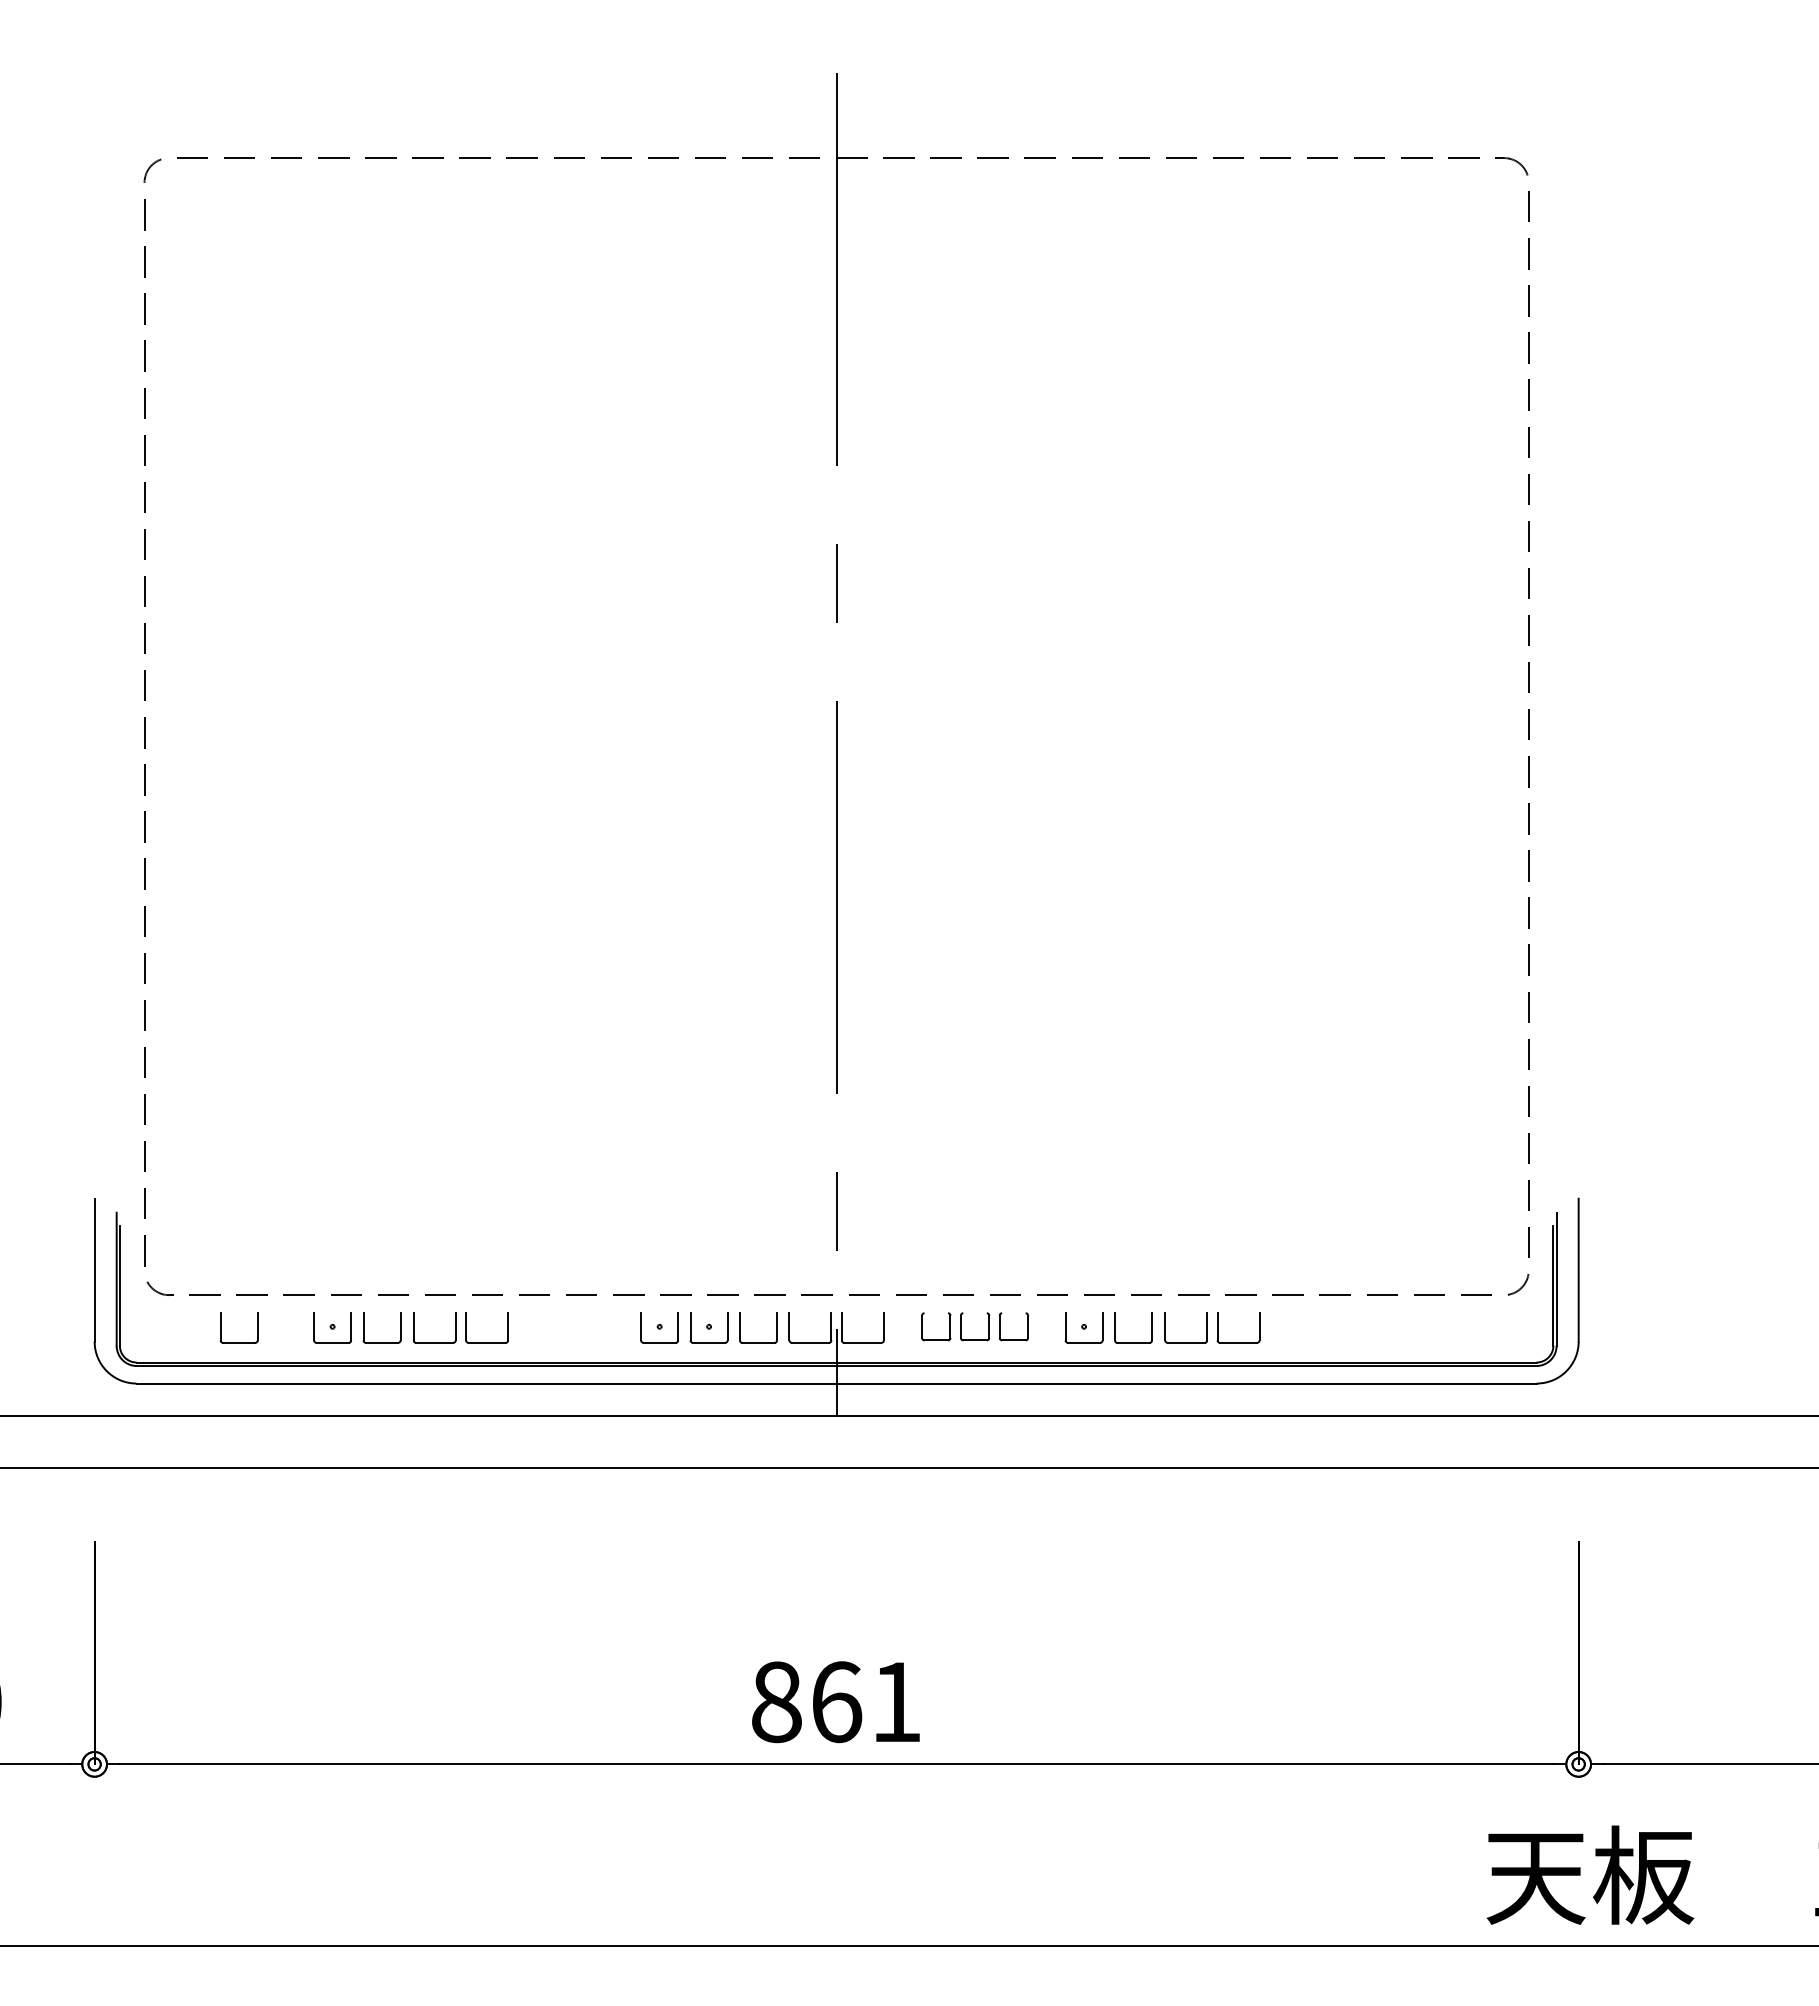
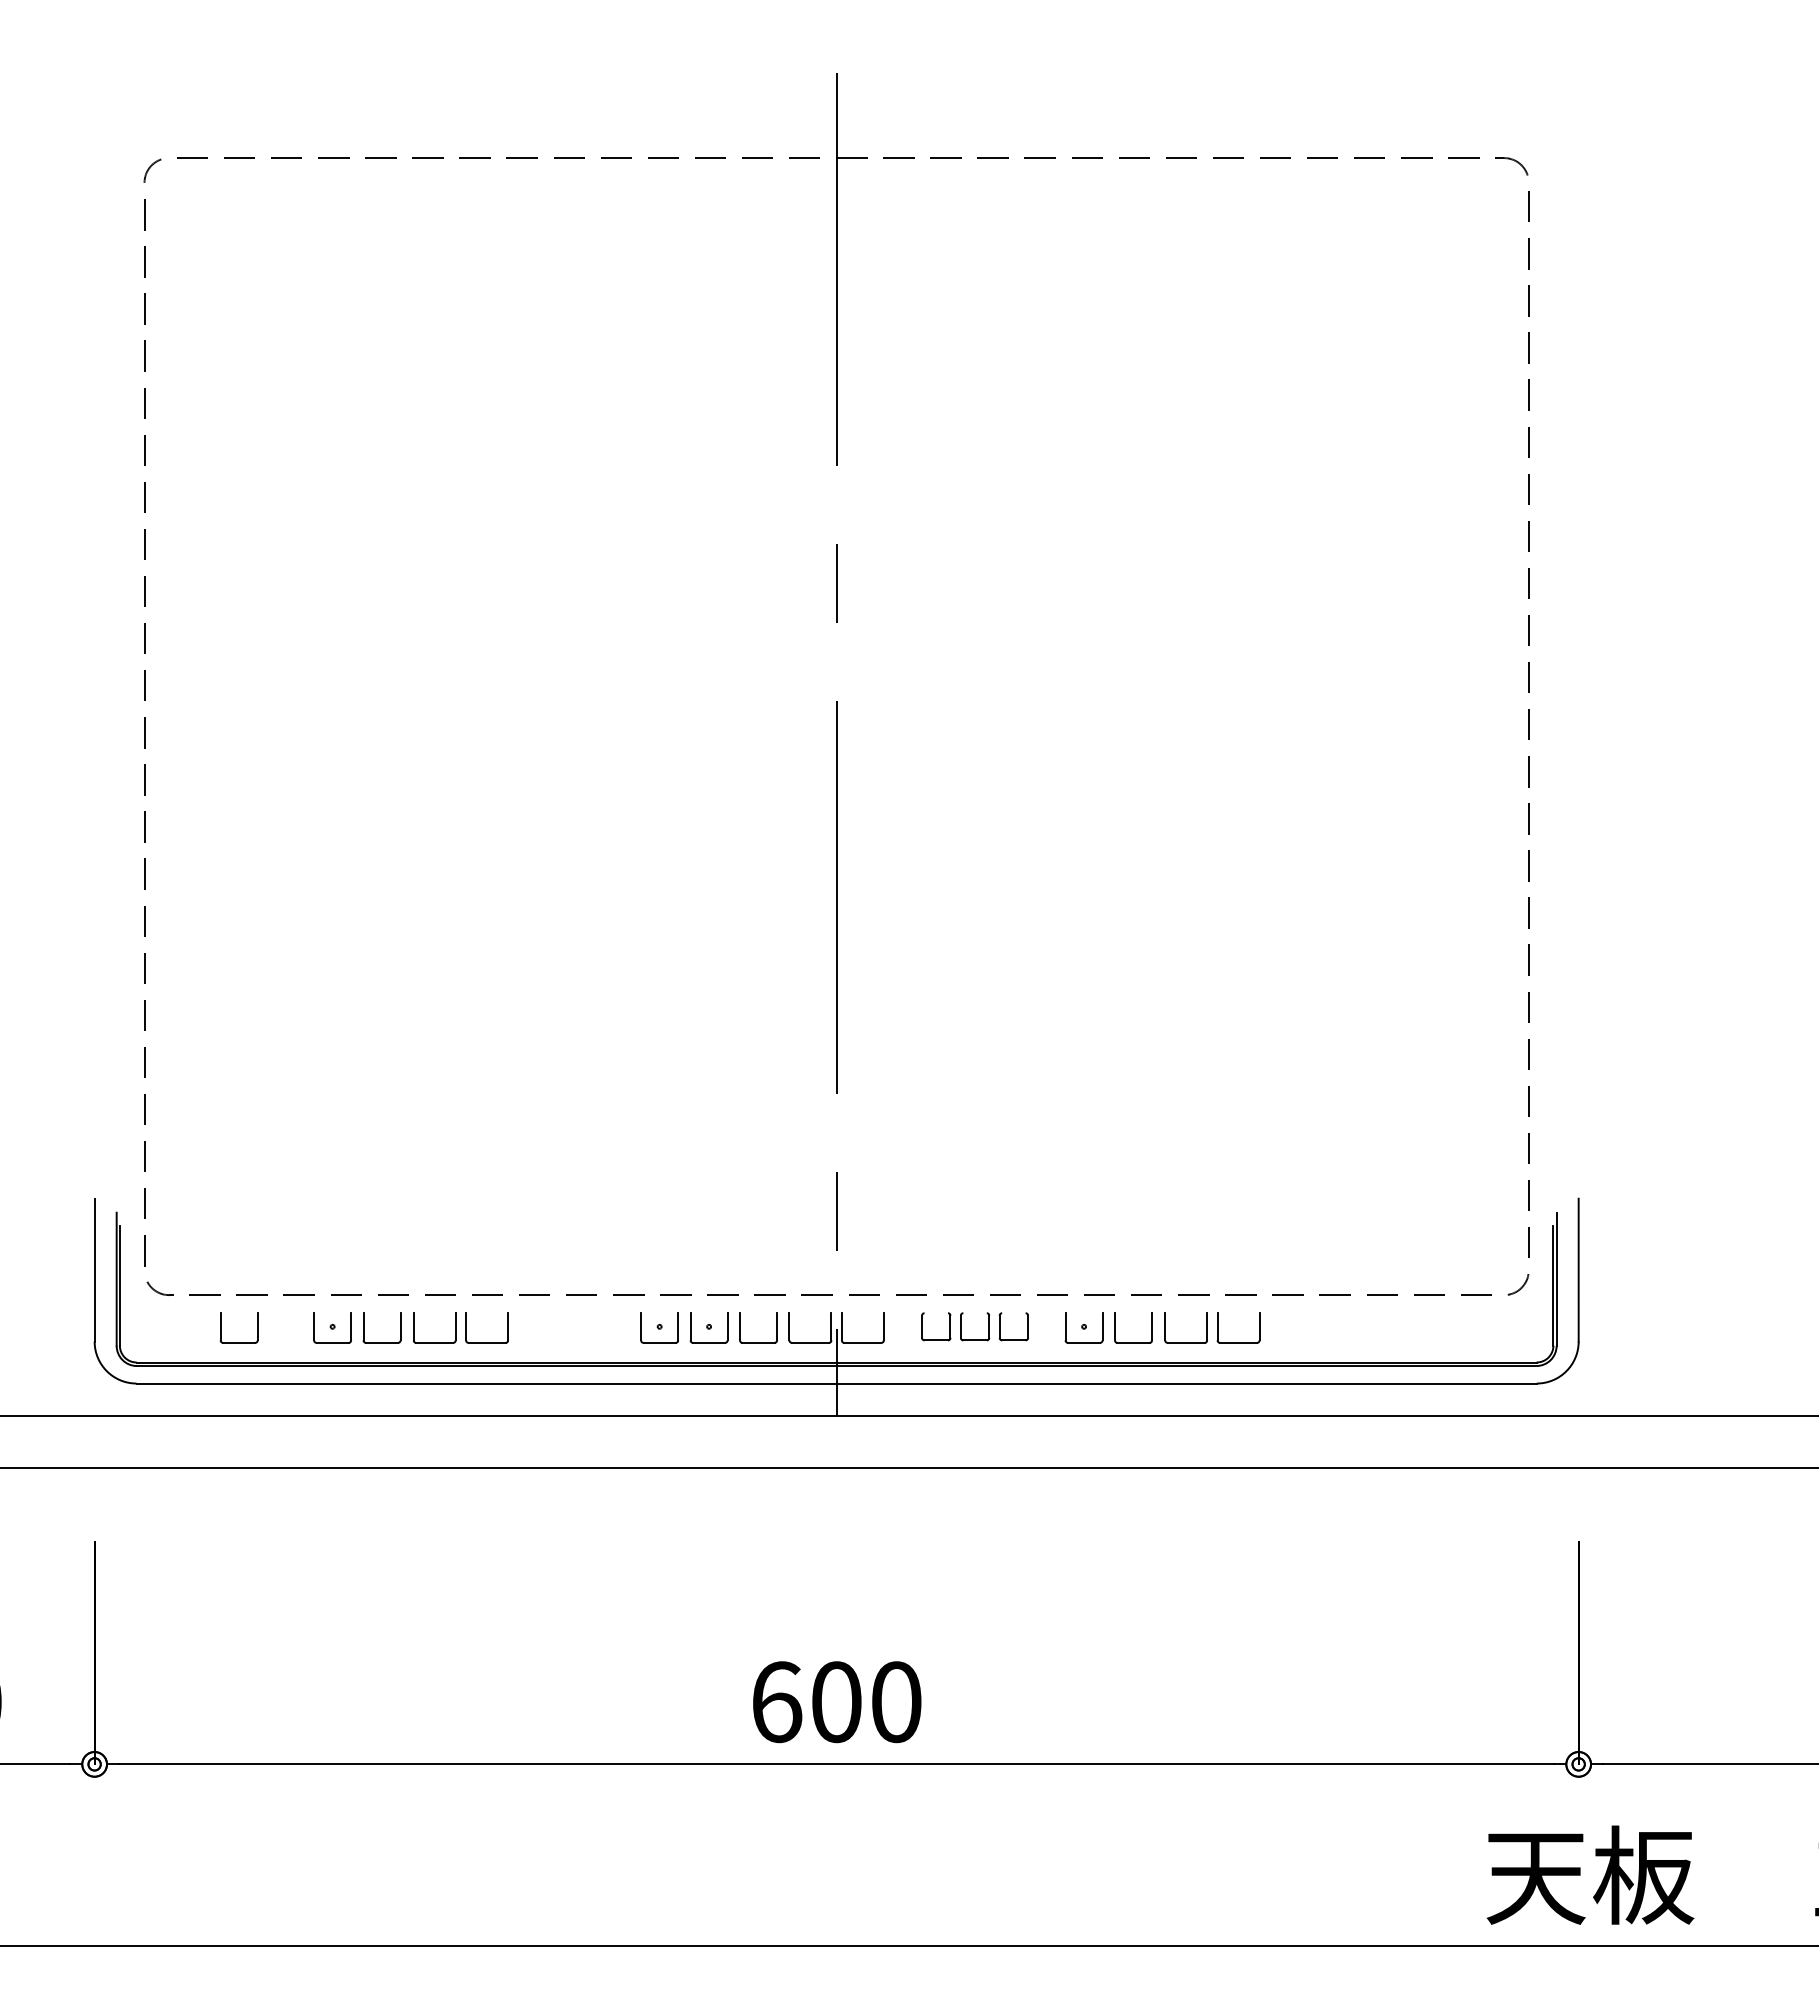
text at (836, 1702): 861 -> 600
